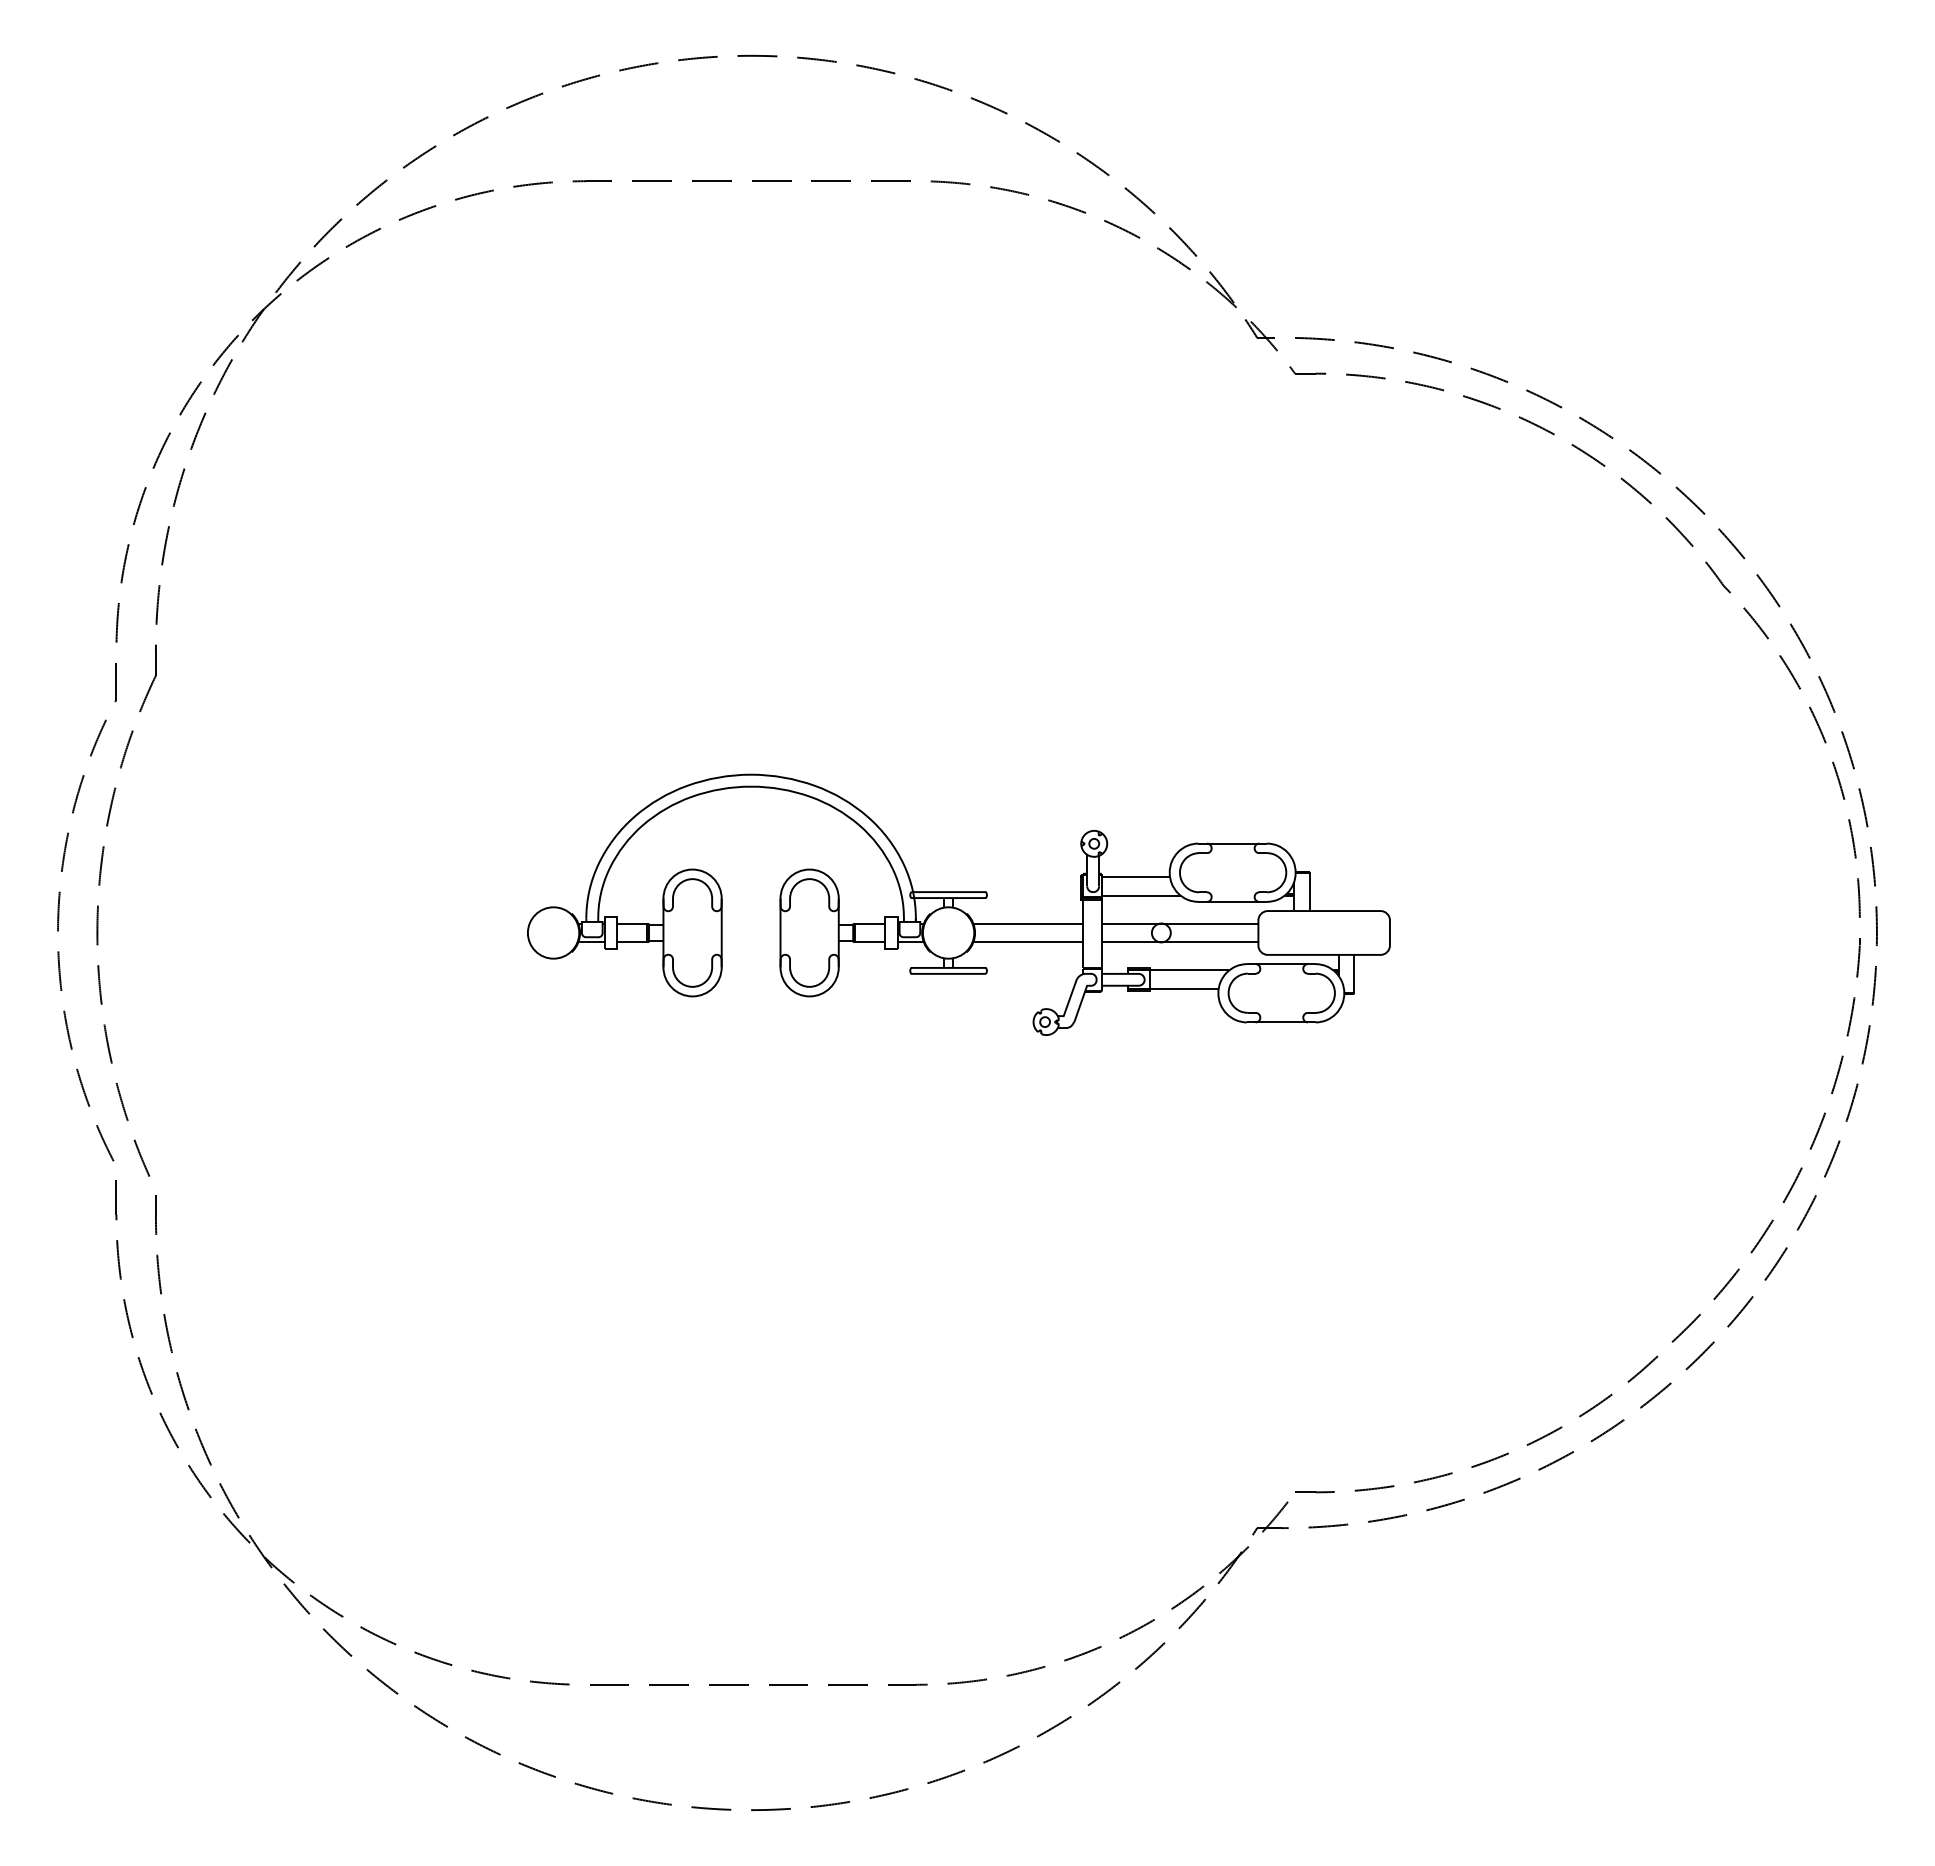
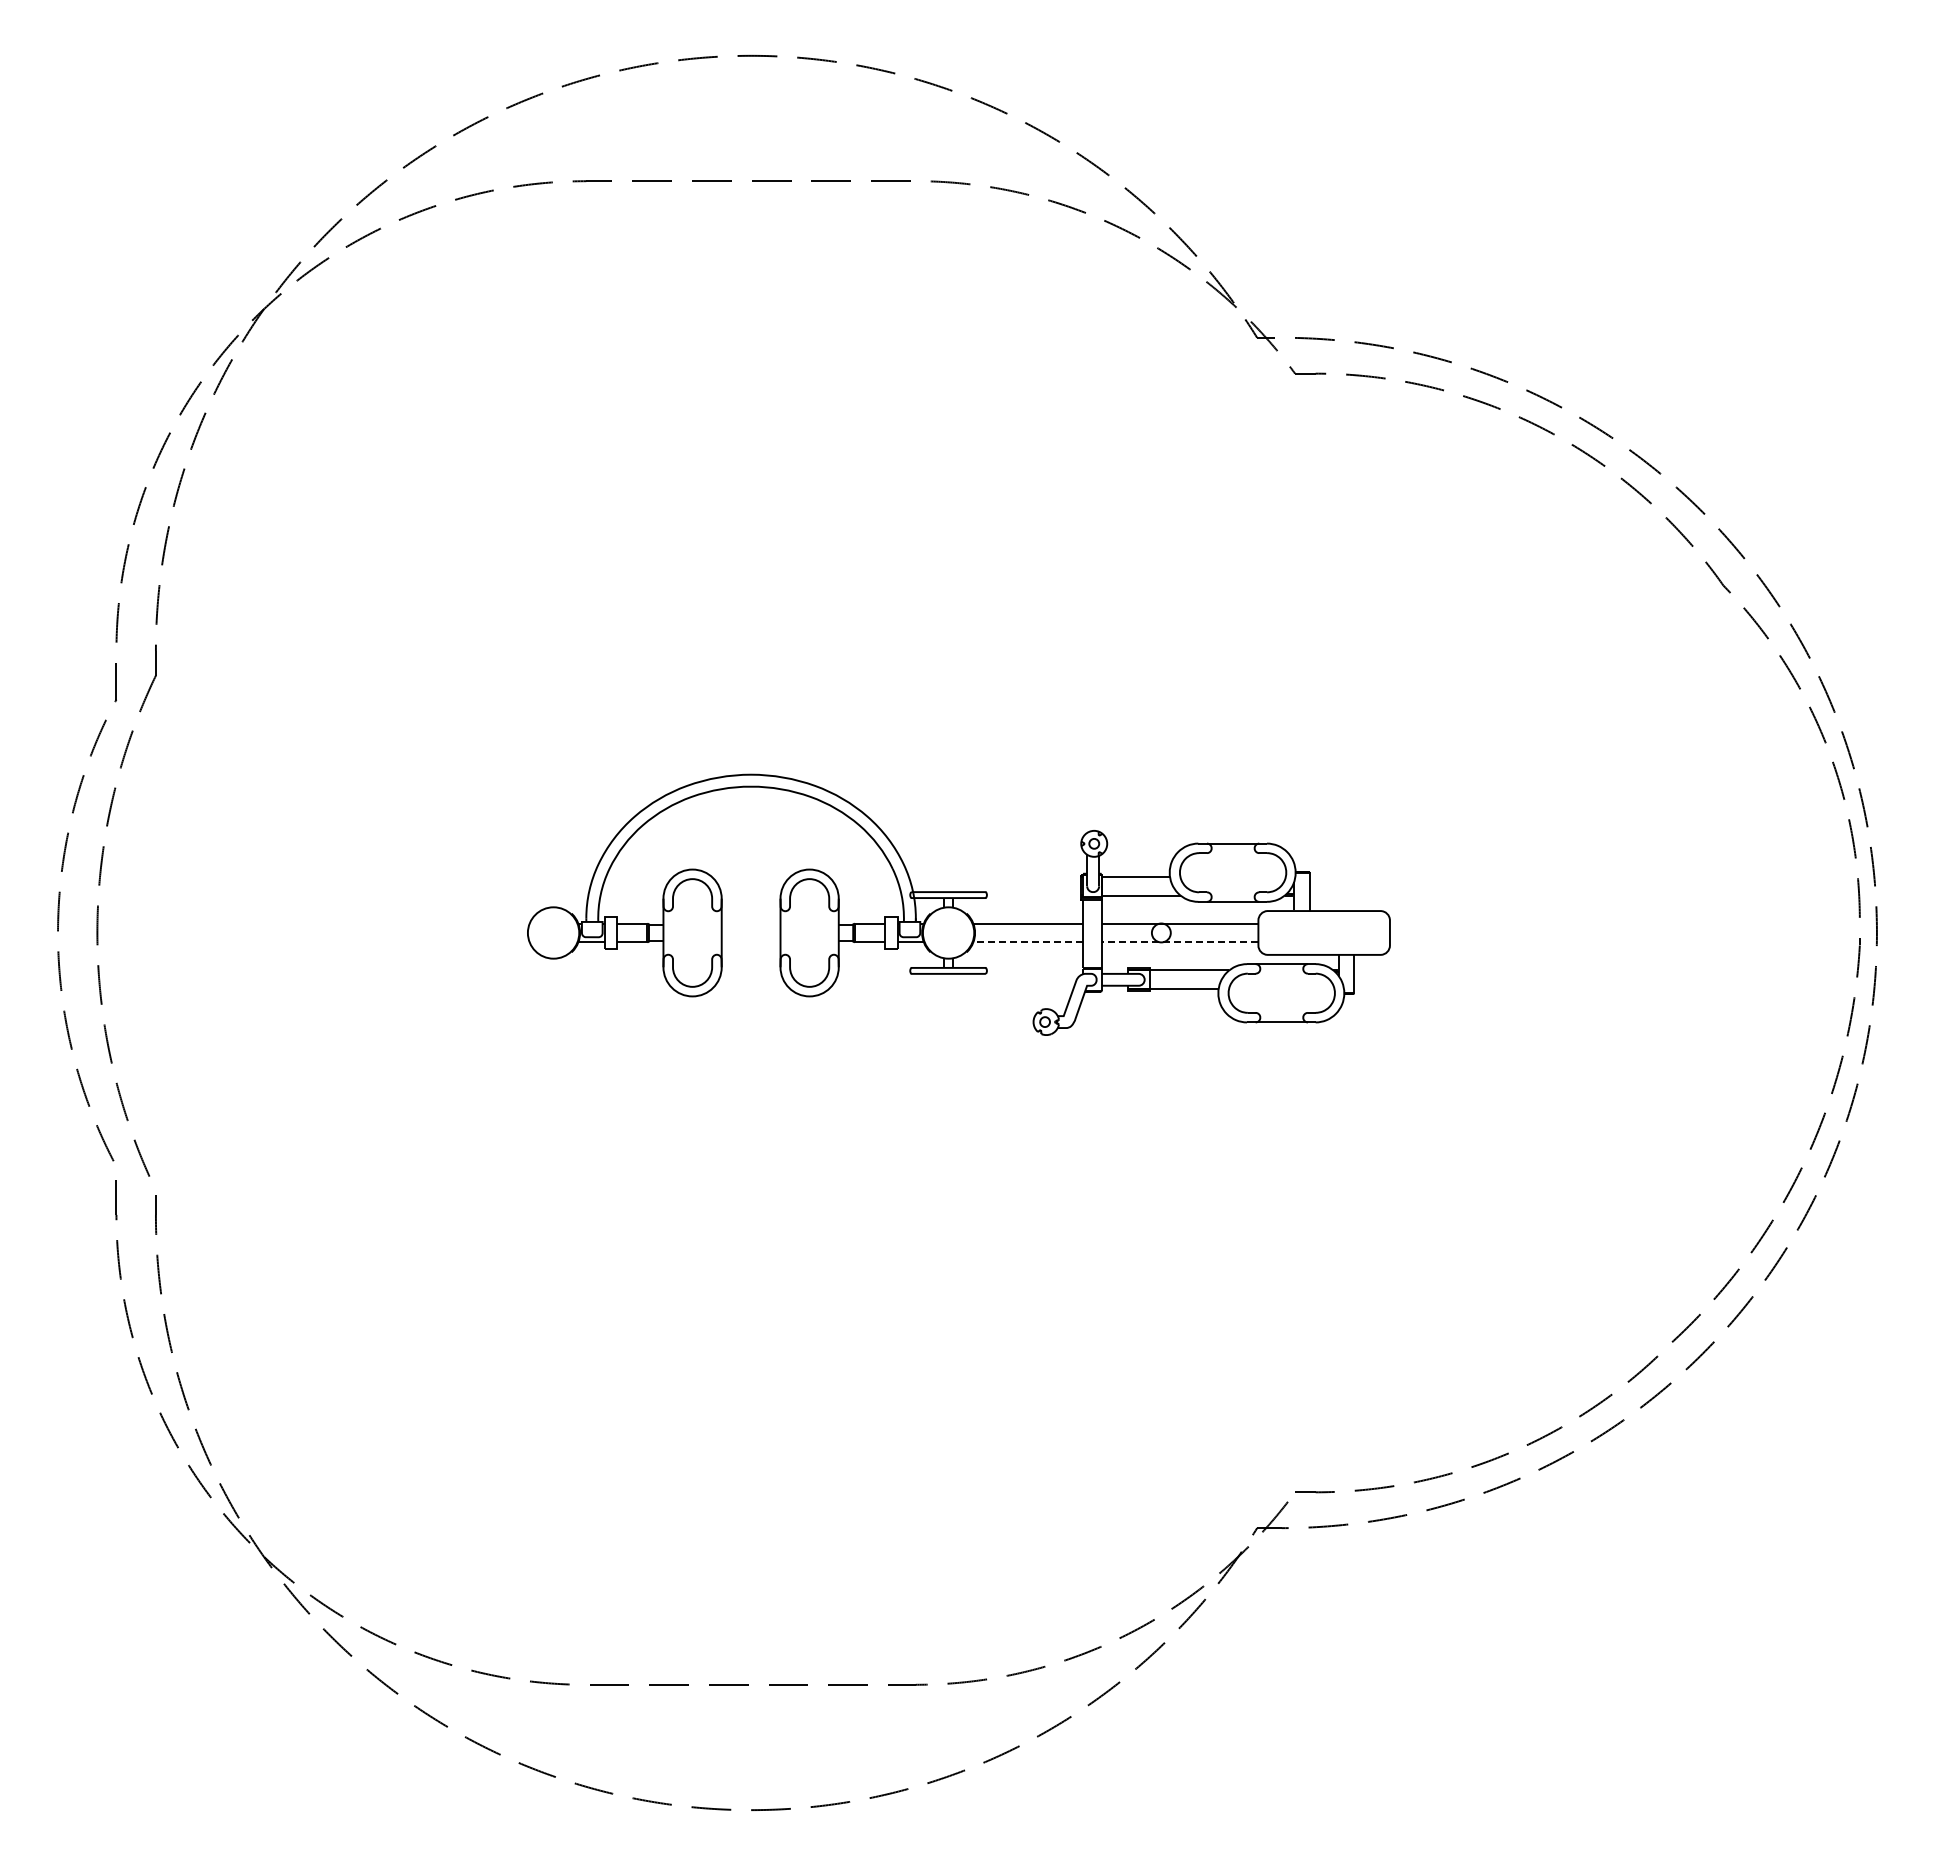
line at (1028, 942): solid -> dashed
line at (1179, 942): solid -> dashed
